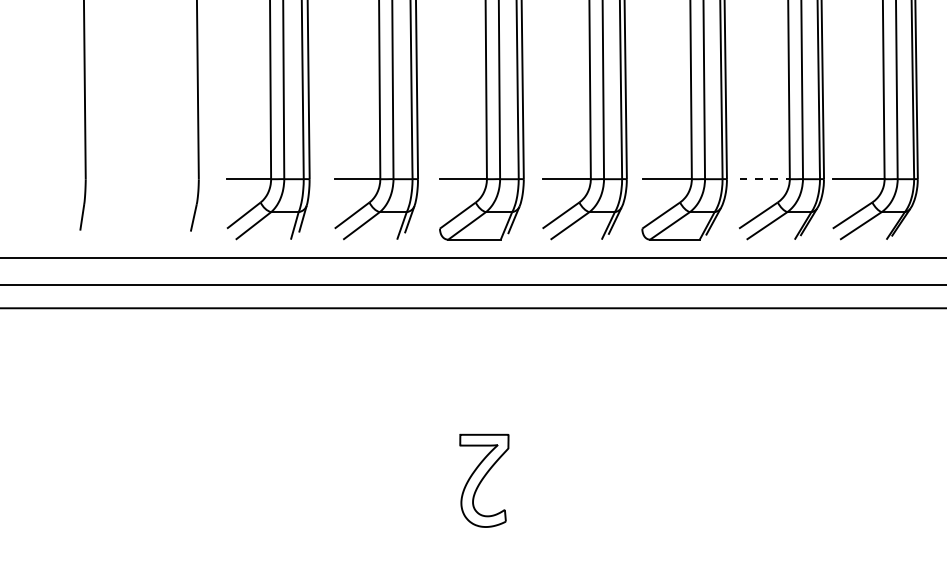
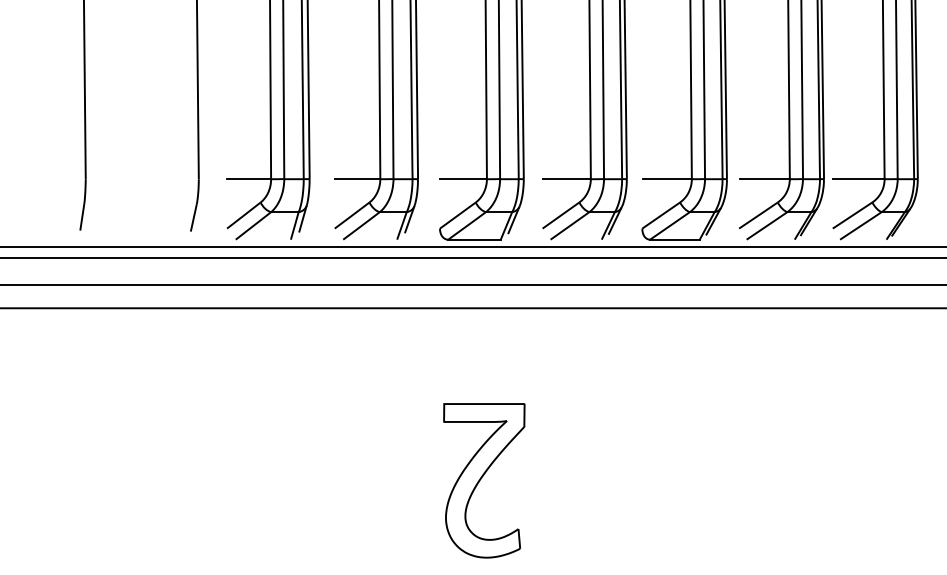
line at (765, 179): dashed -> solid
line at (472, 246): none -> present
part at (484, 480) size: 51x95 px -> 83x156 px
